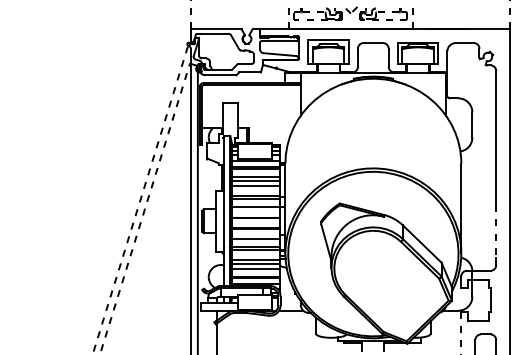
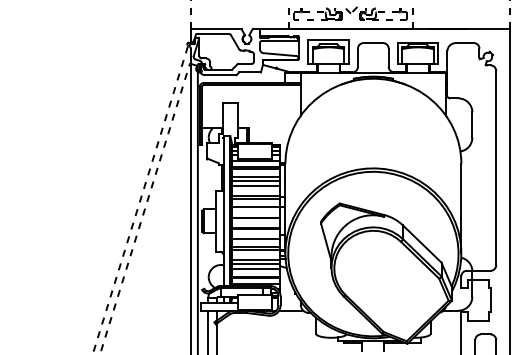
line at (496, 231): dashed -> solid
line at (208, 330): none -> present
line at (461, 333): dashed -> solid
